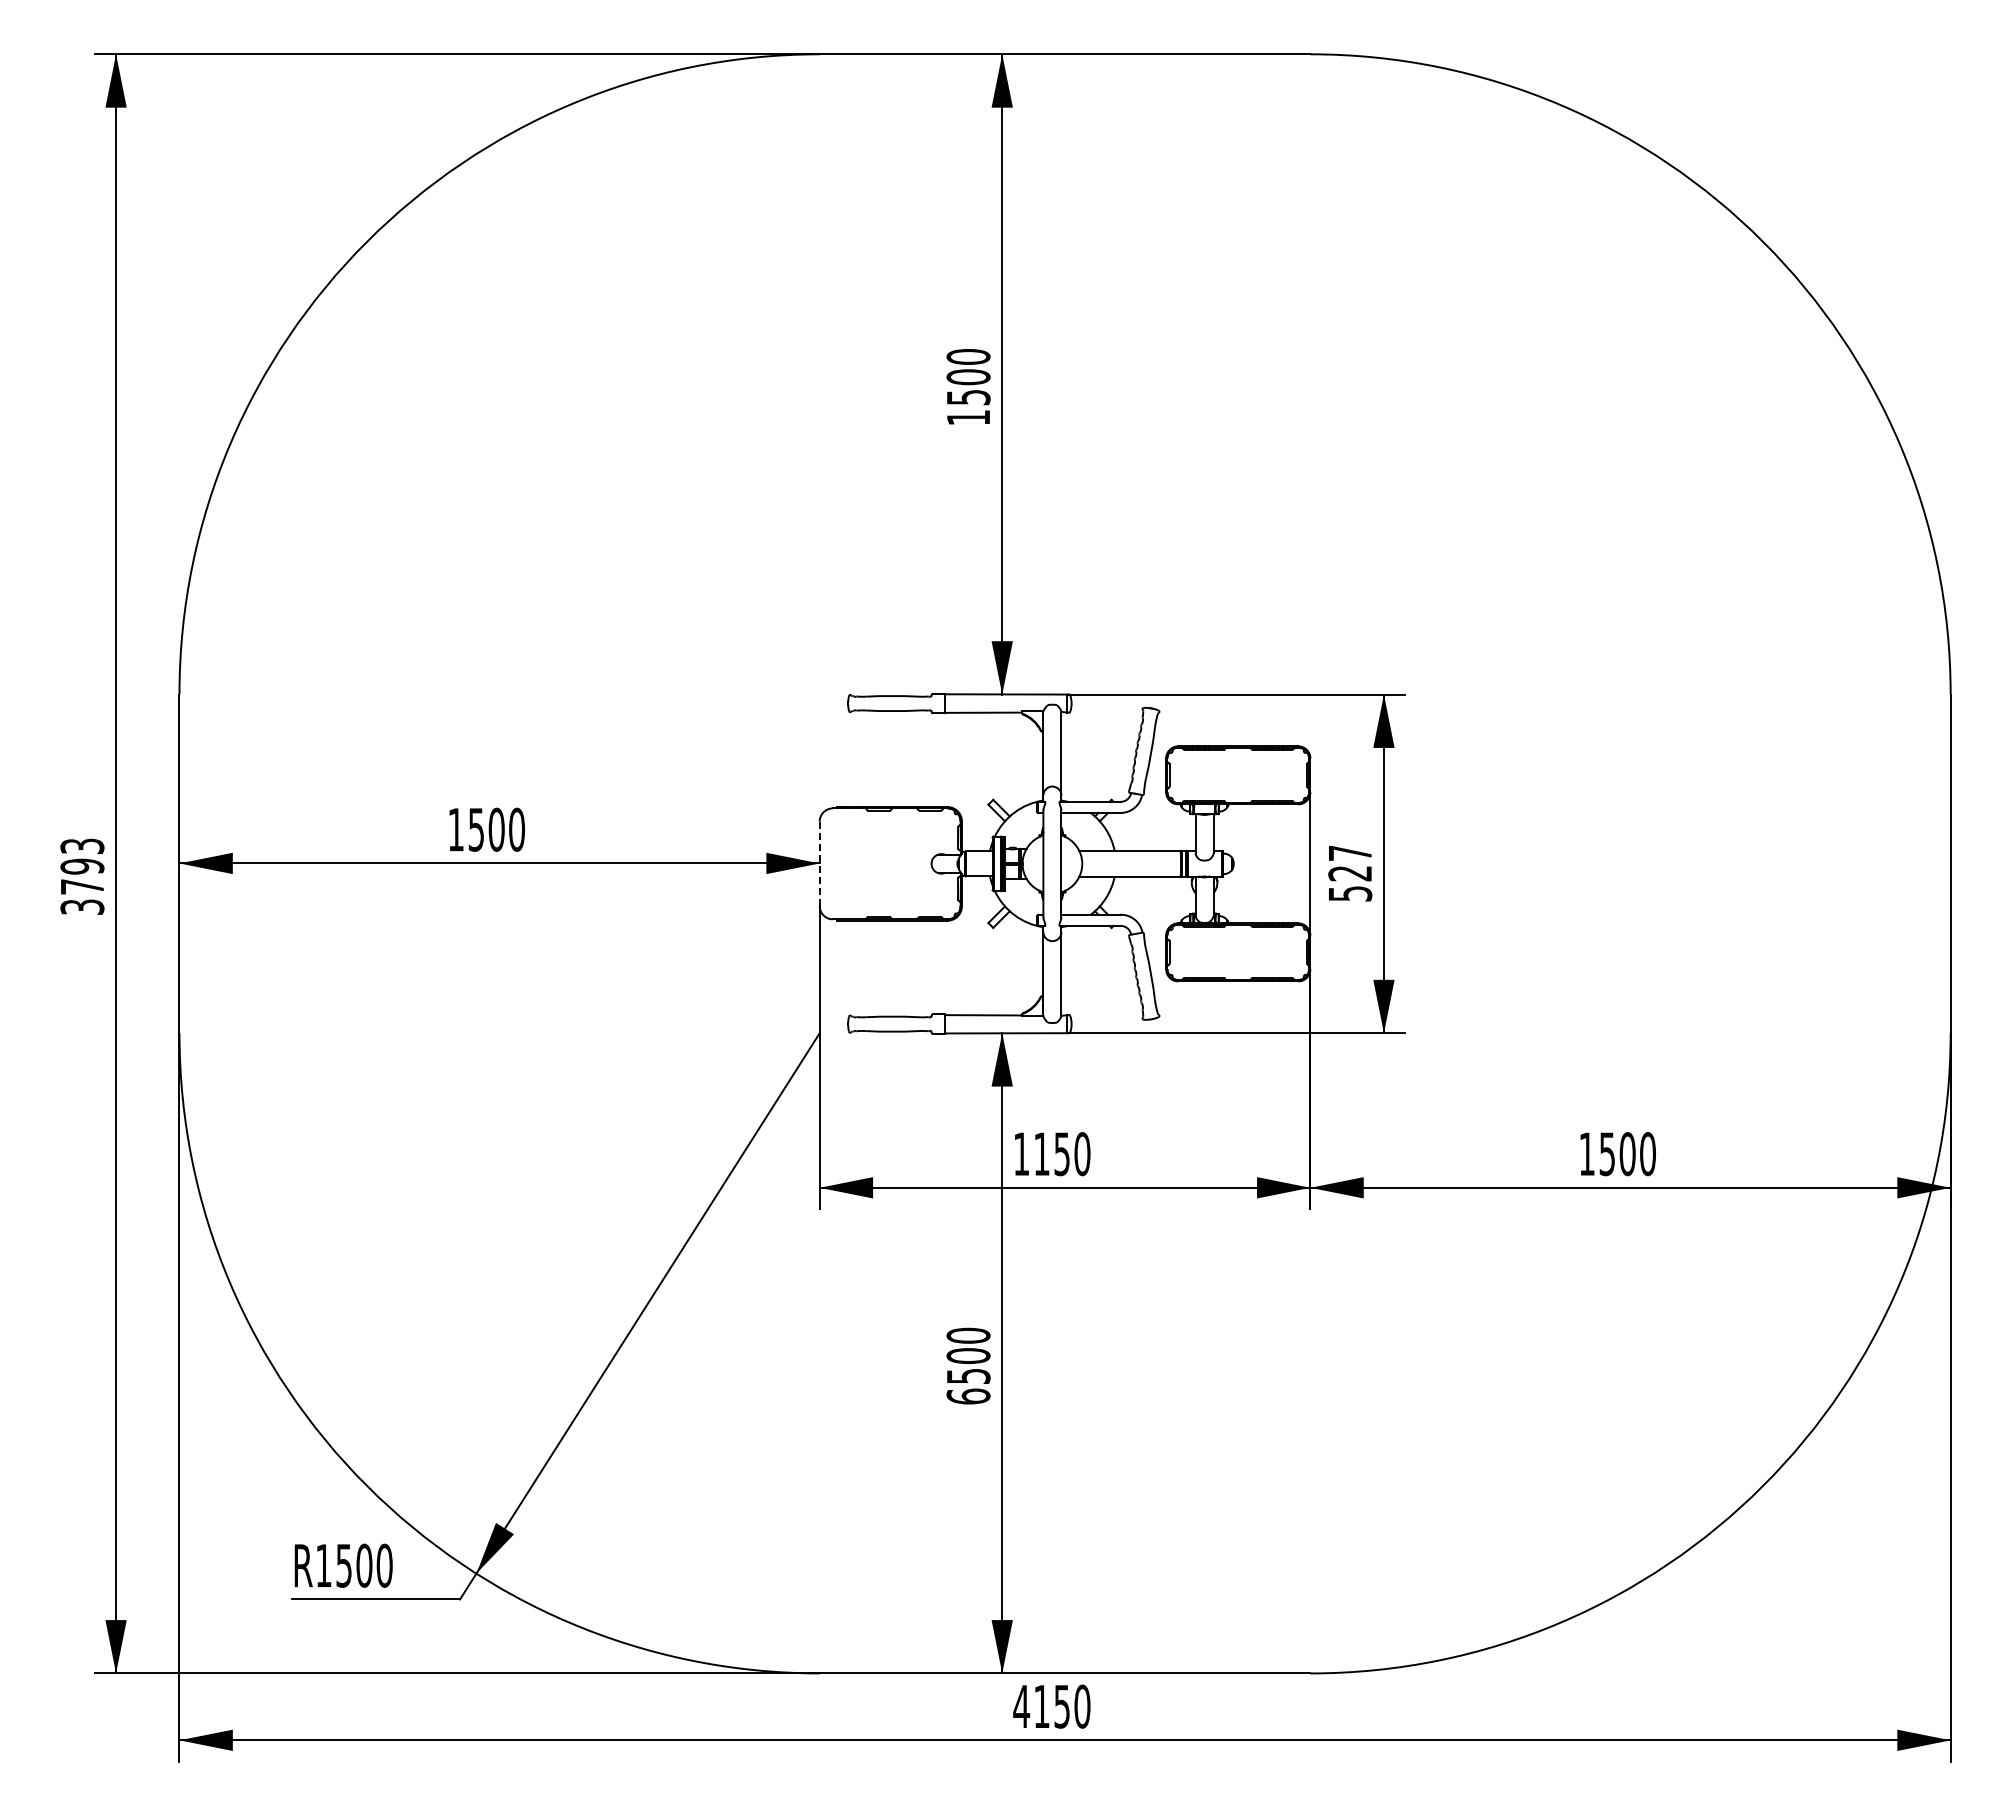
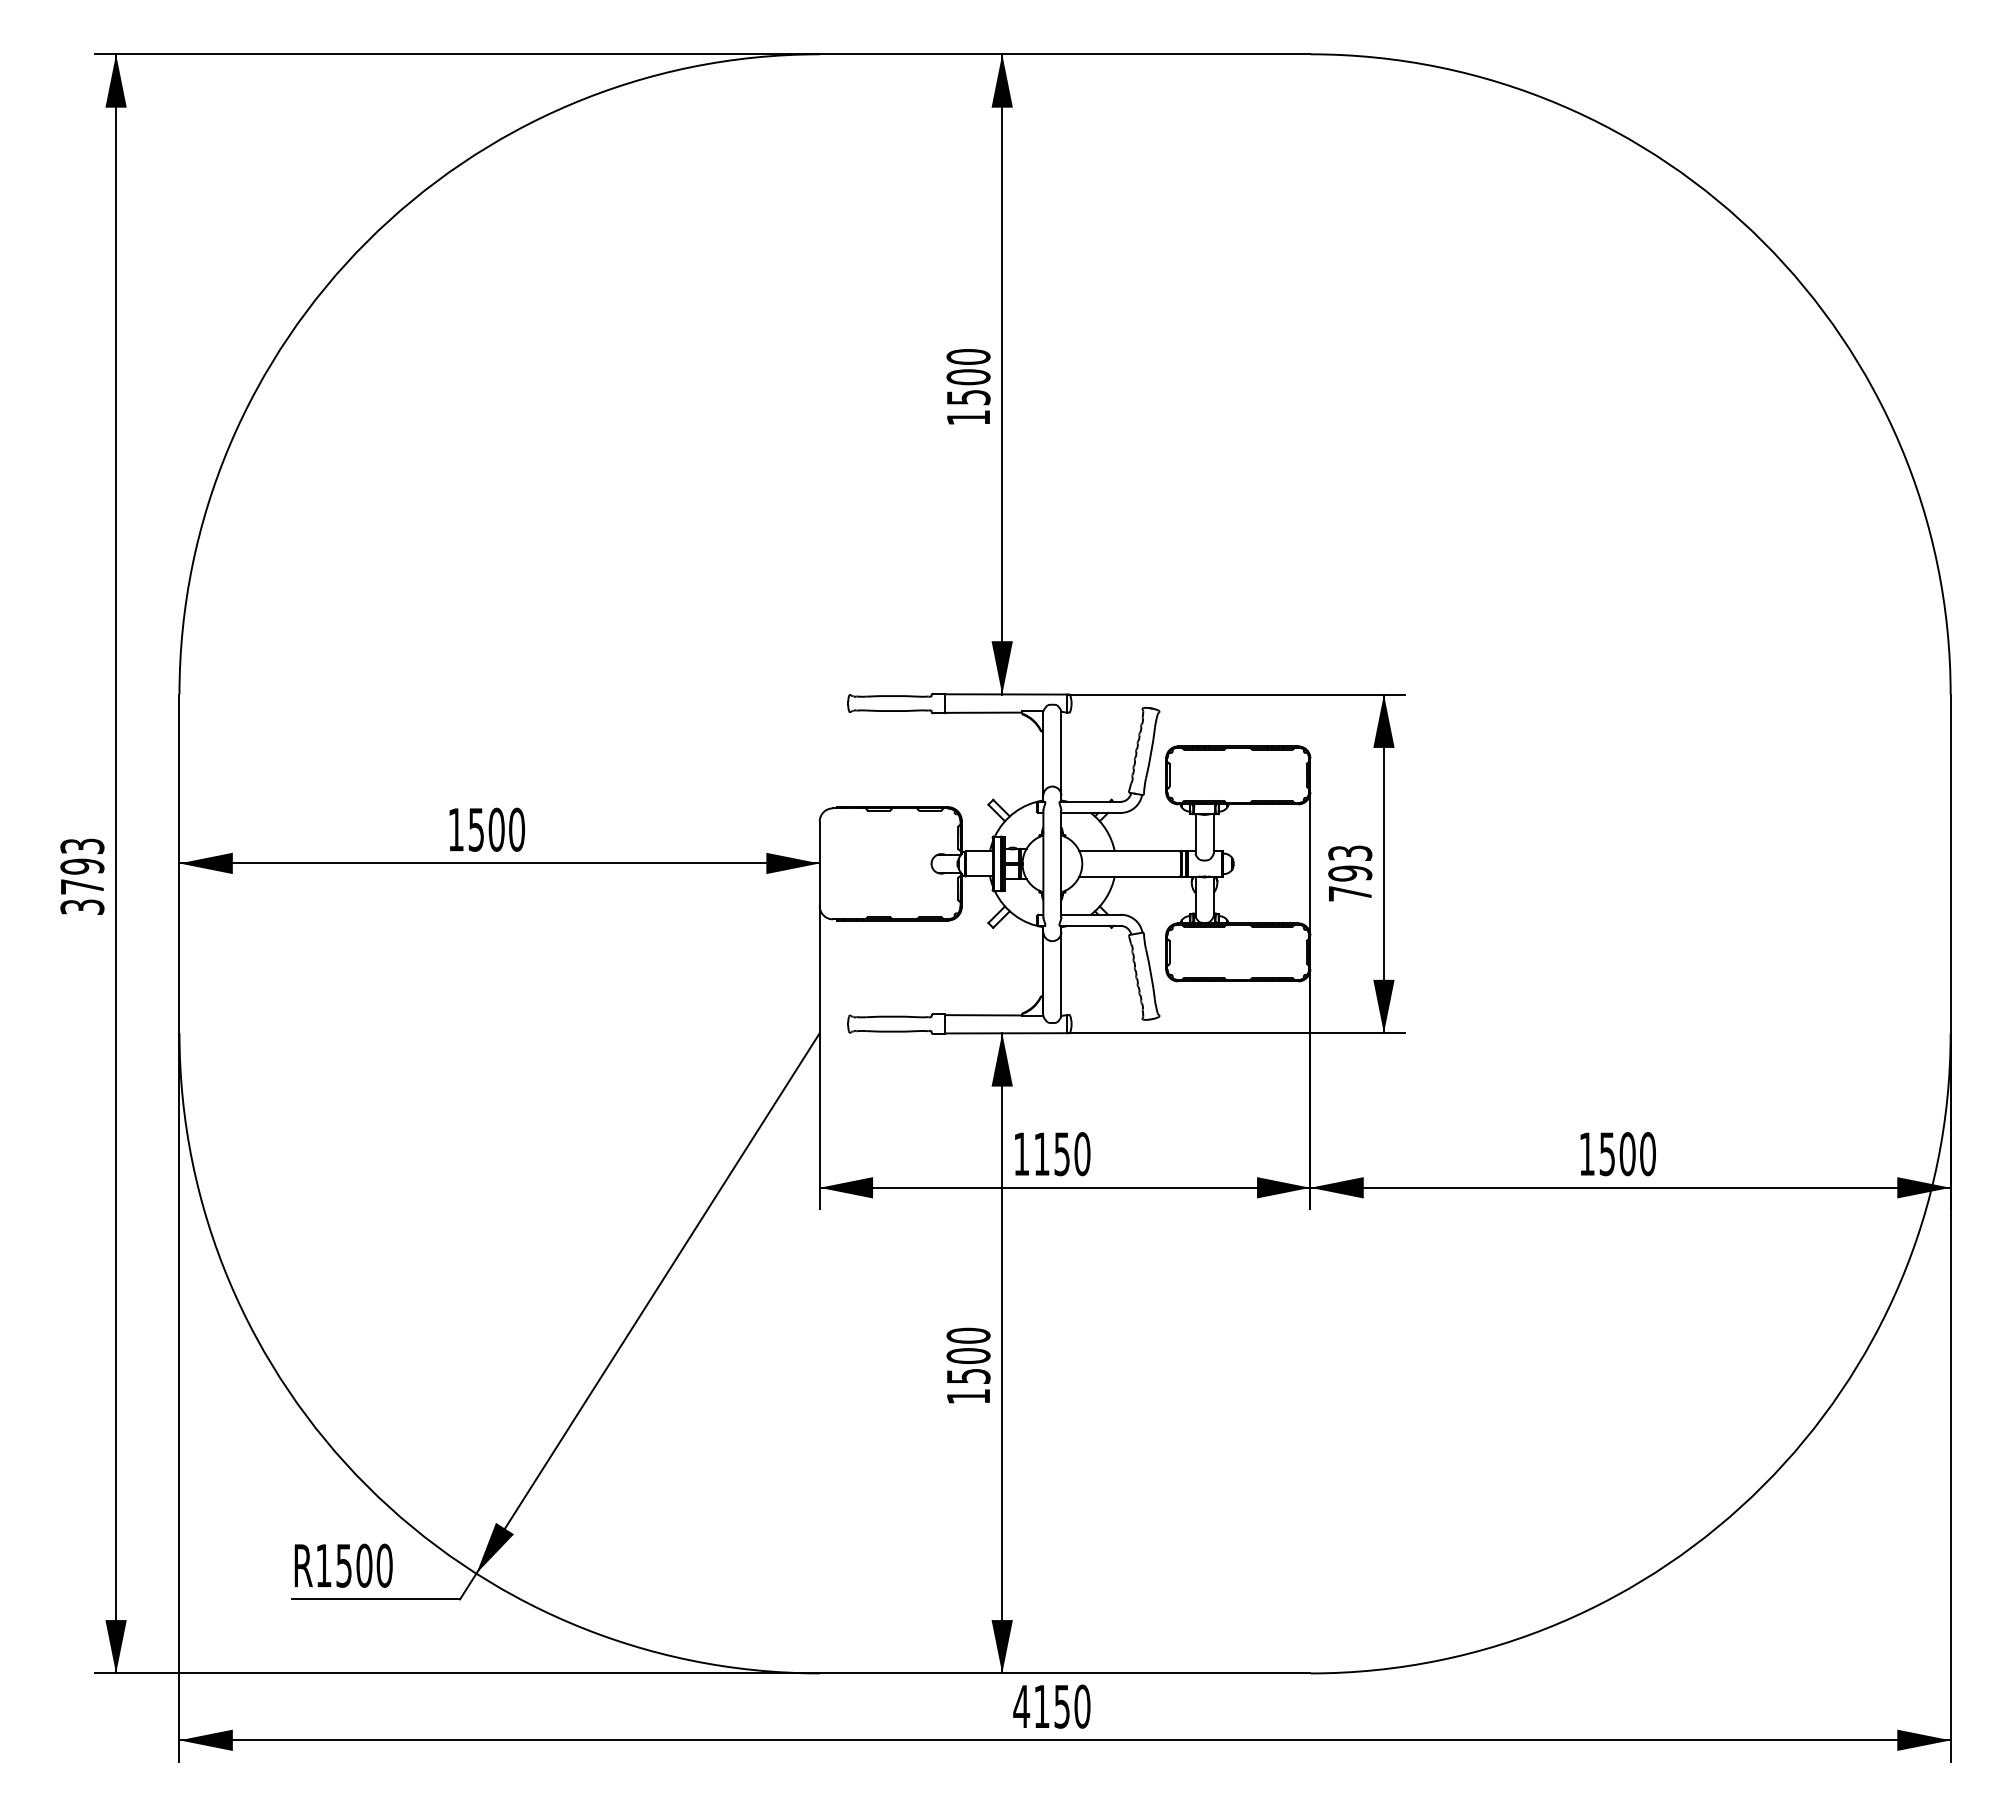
line at (819, 864): dashed -> solid
text at (1350, 873): 527 -> 793
text at (968, 1396): 6500 -> 1500
